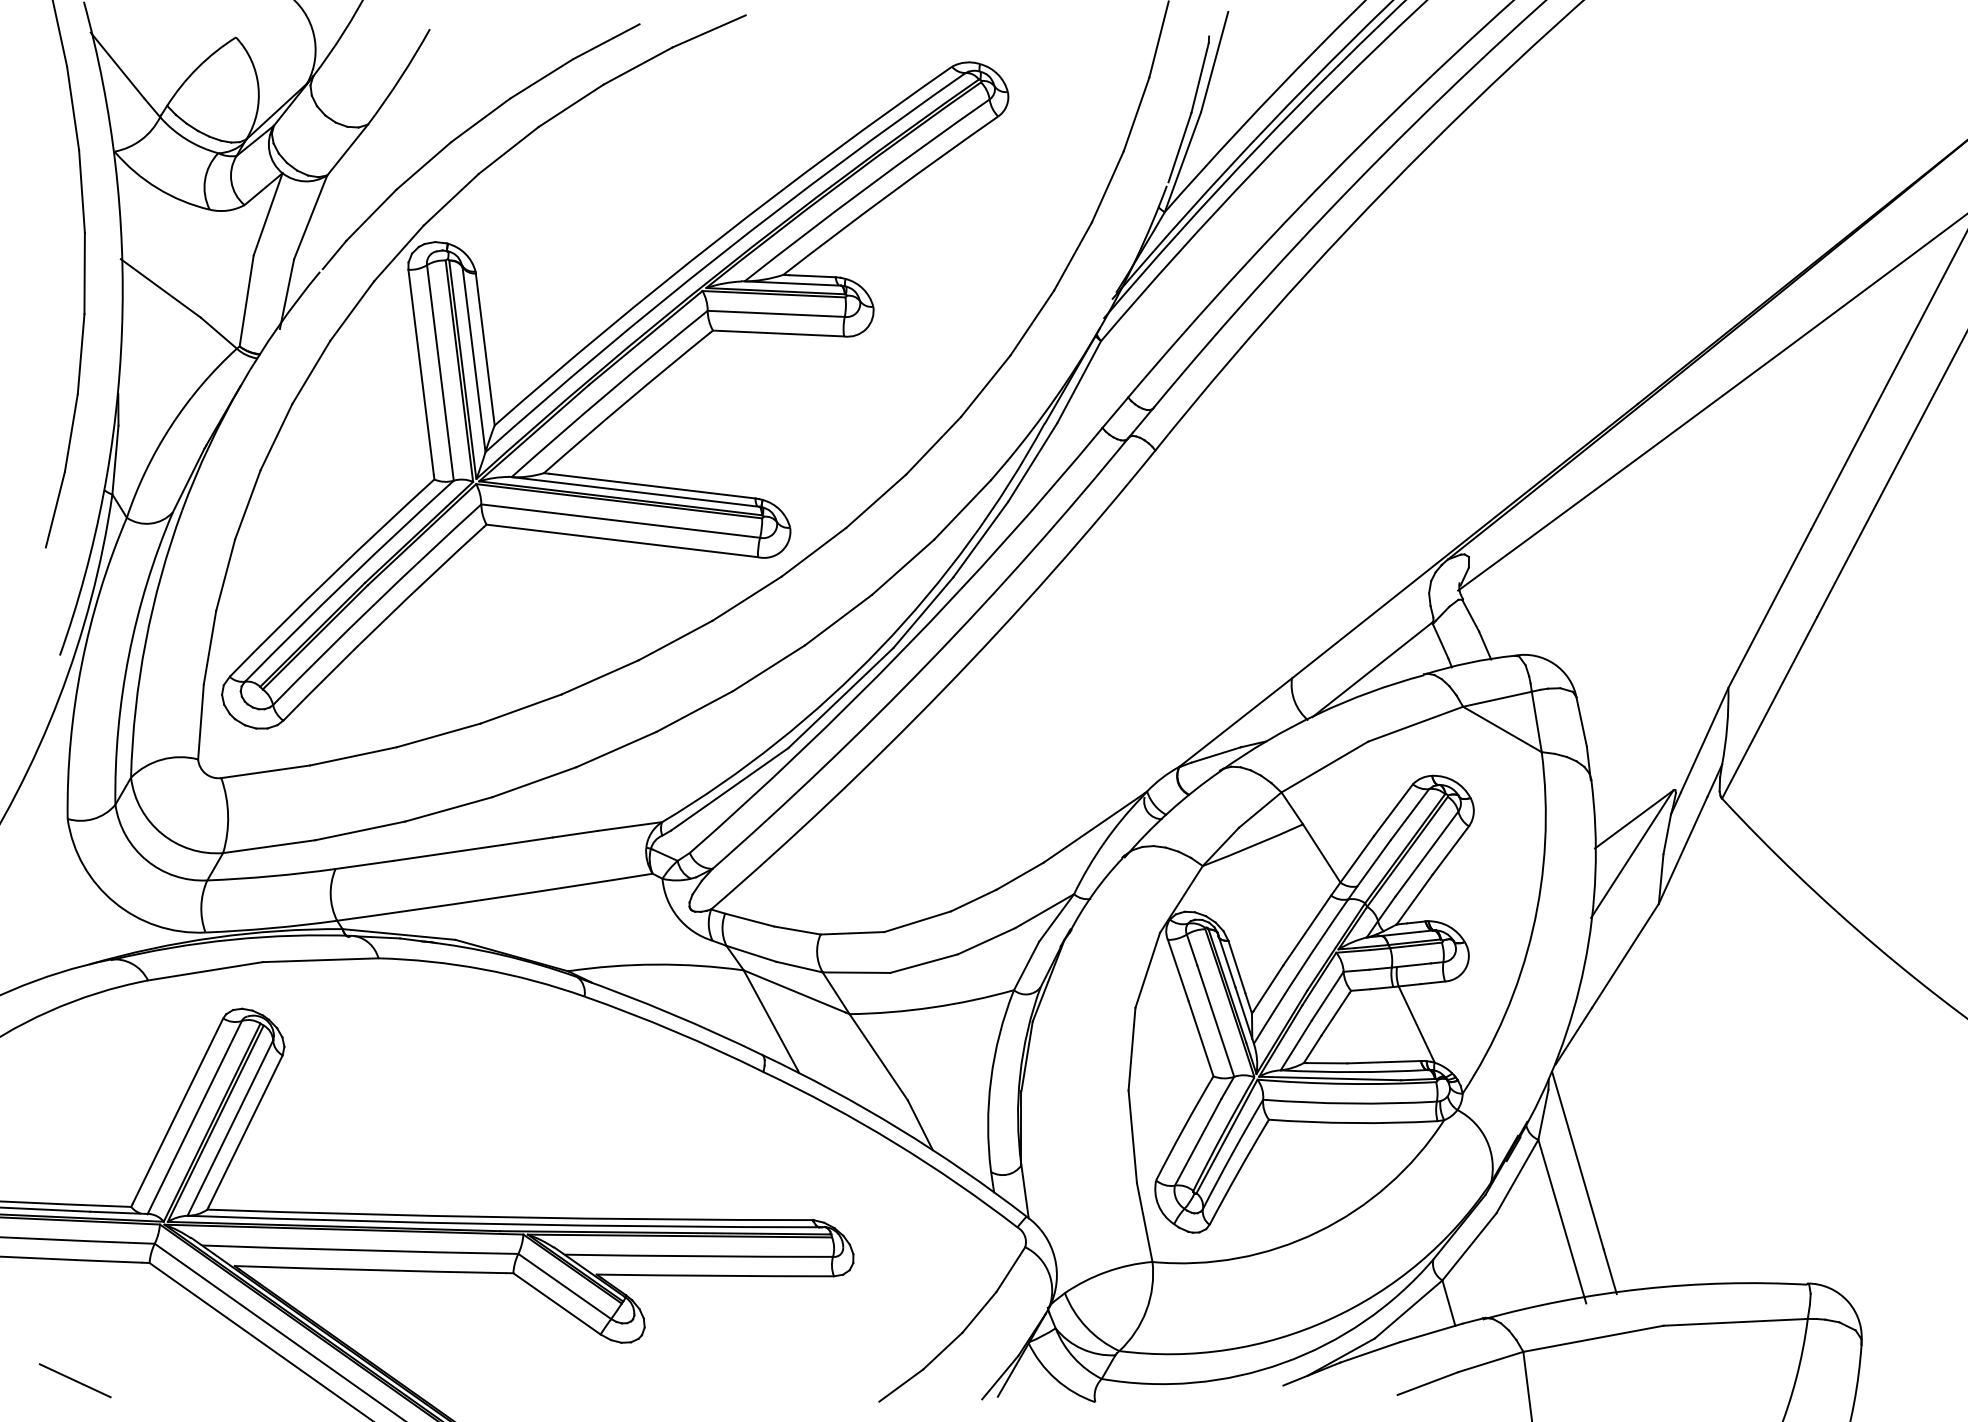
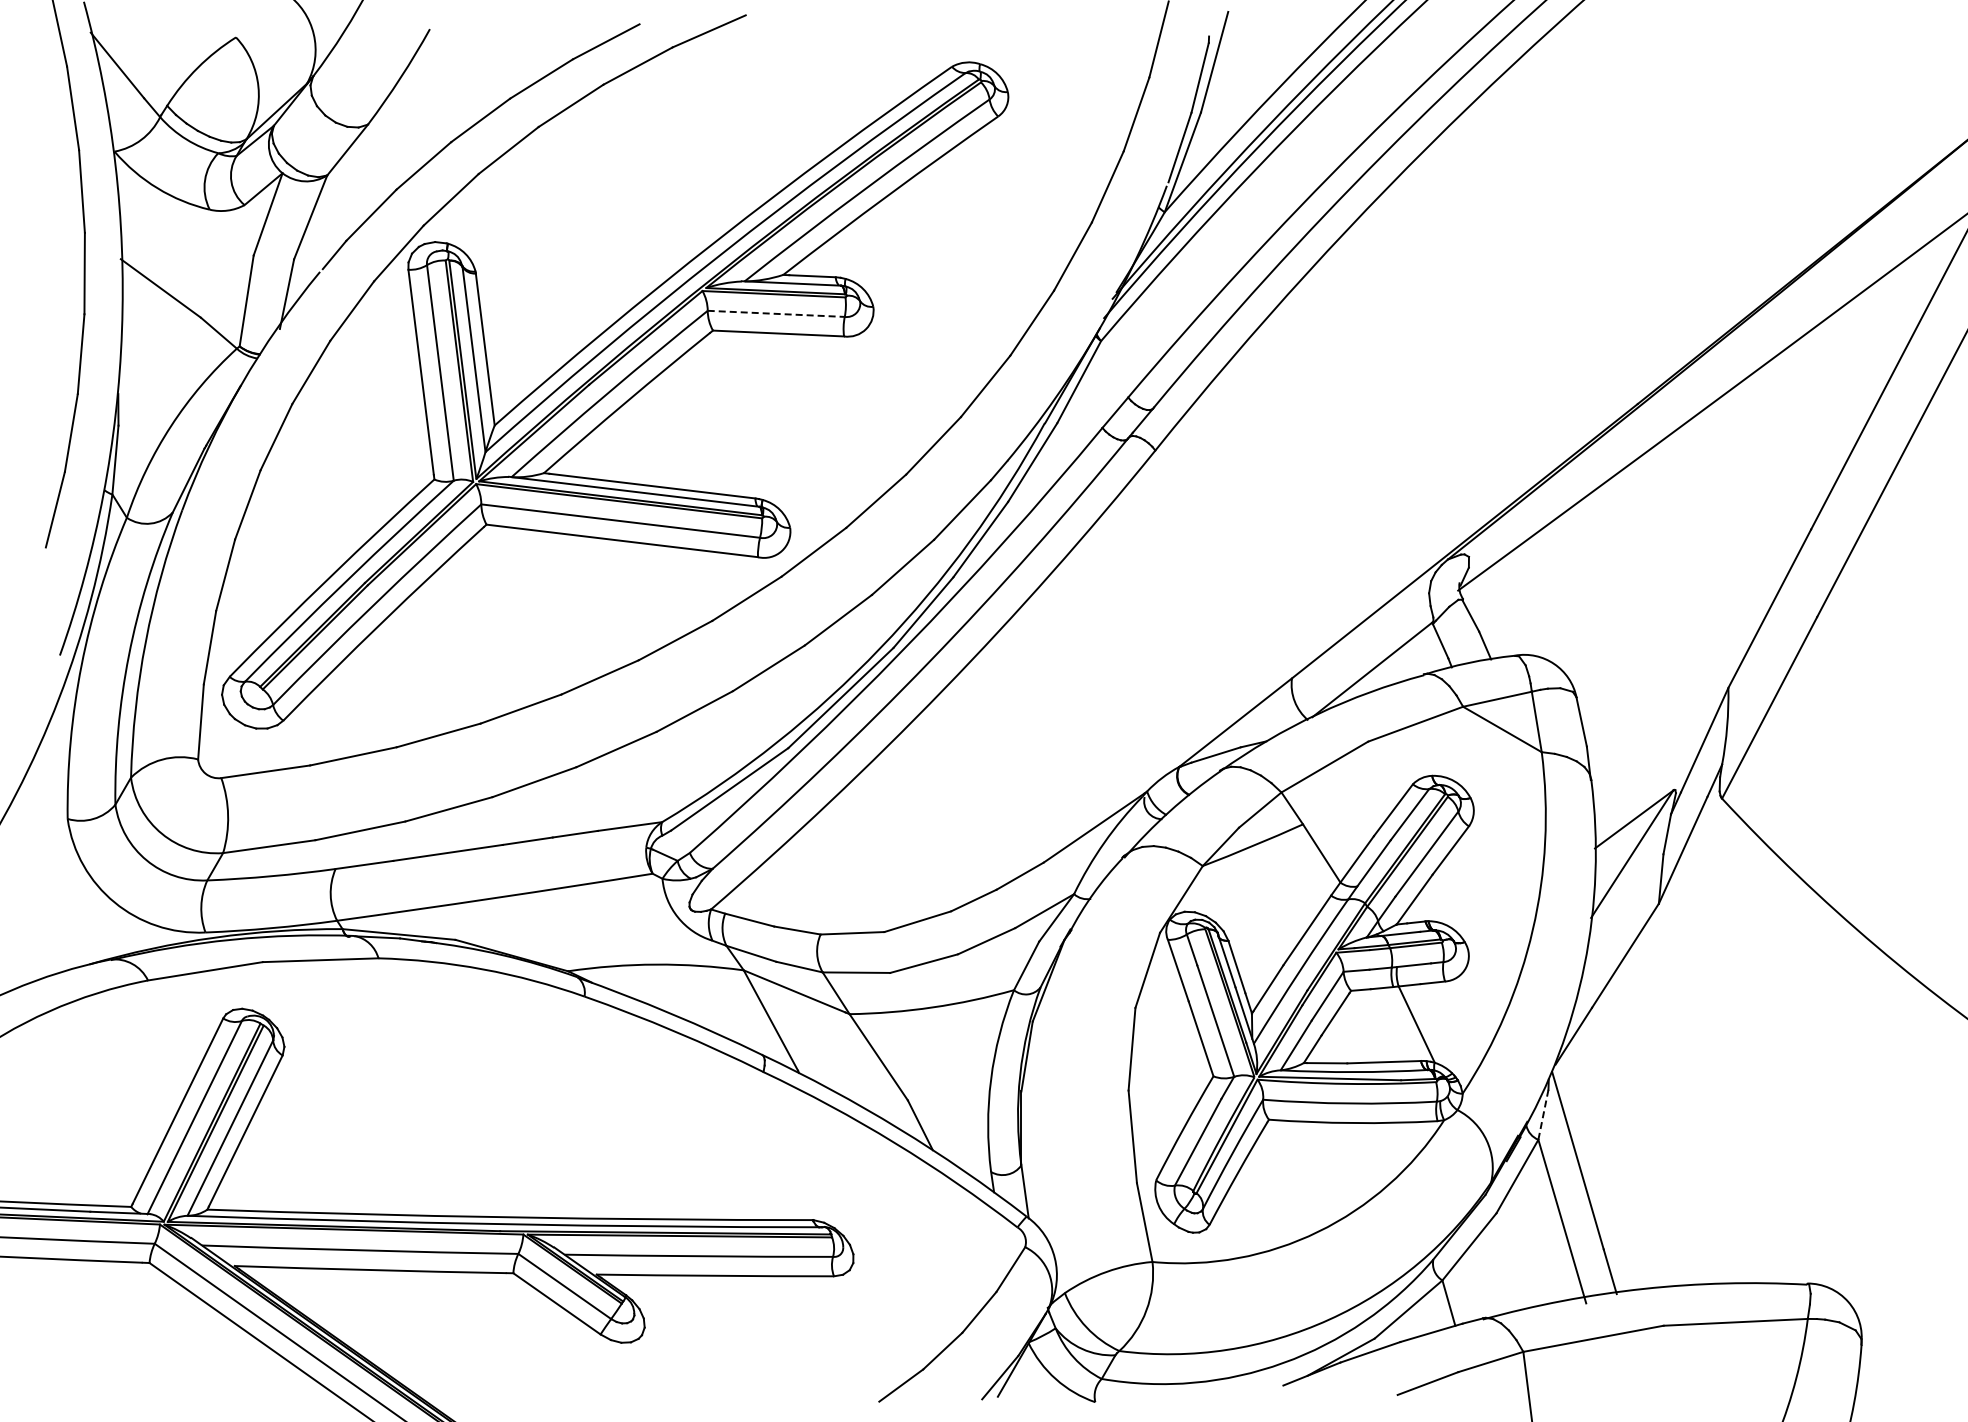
line at (776, 313): solid -> dashed
line at (1543, 1114): solid -> dashed
line at (74, 1380): present -> none
